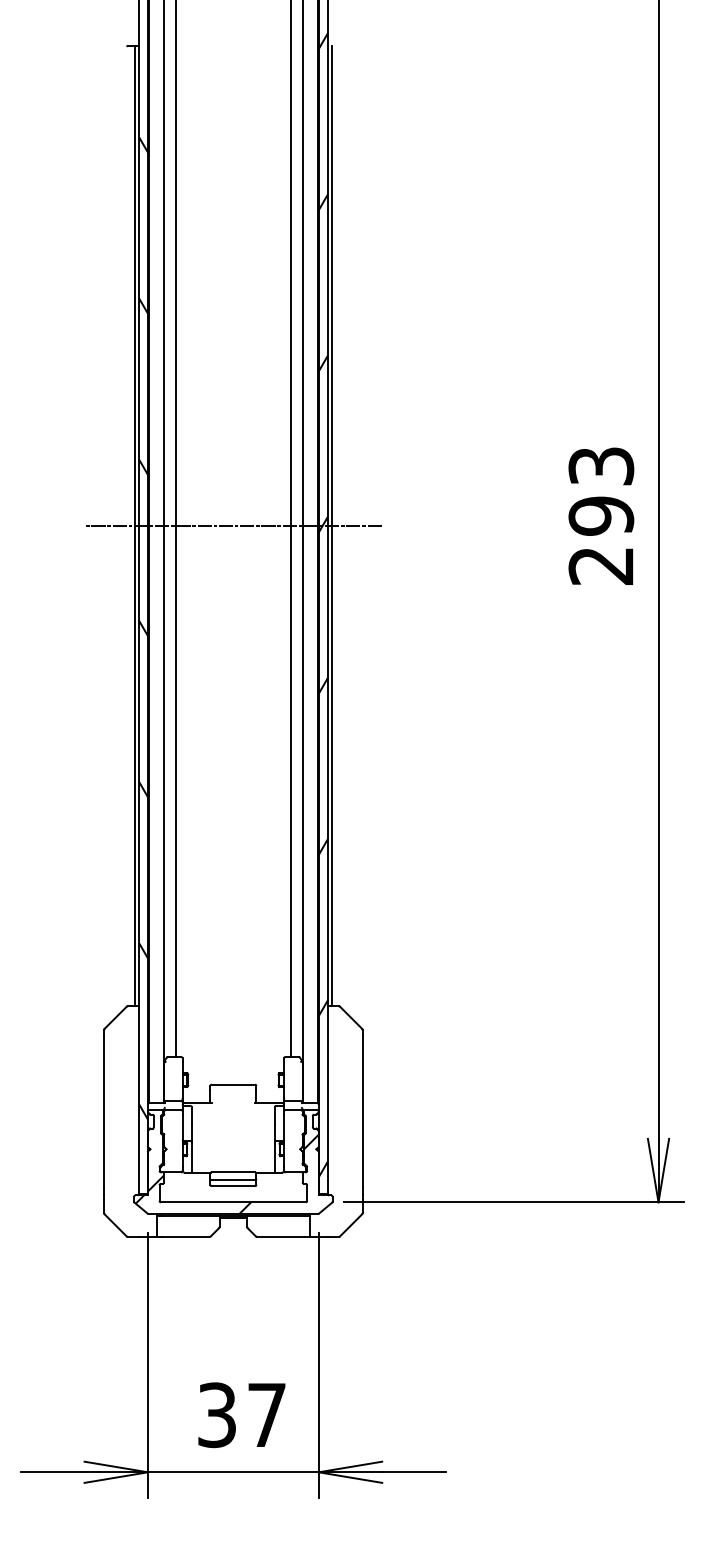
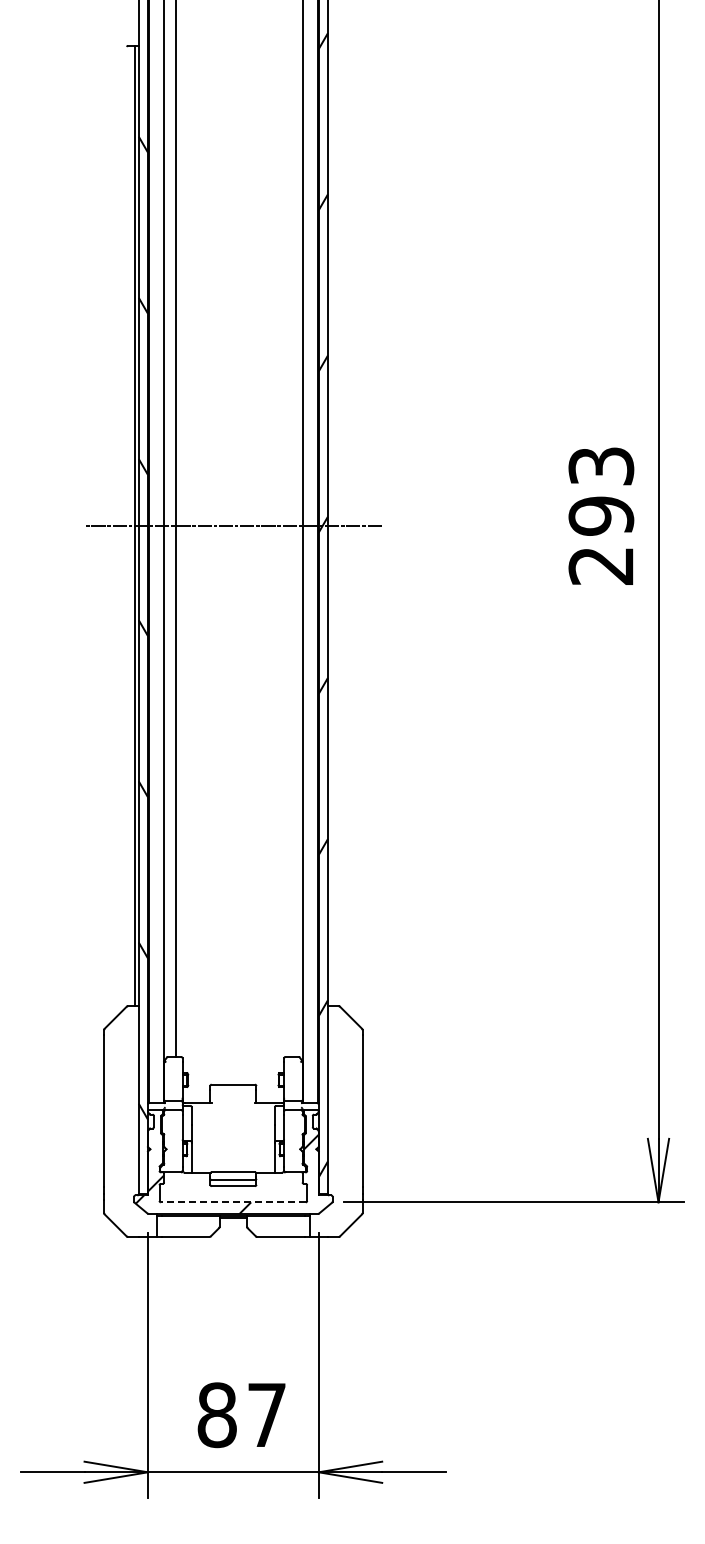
line at (331, 526): present -> none
line at (291, 529): present -> none
line at (232, 1202): solid -> dashed
text at (216, 1415): 37 -> 87
